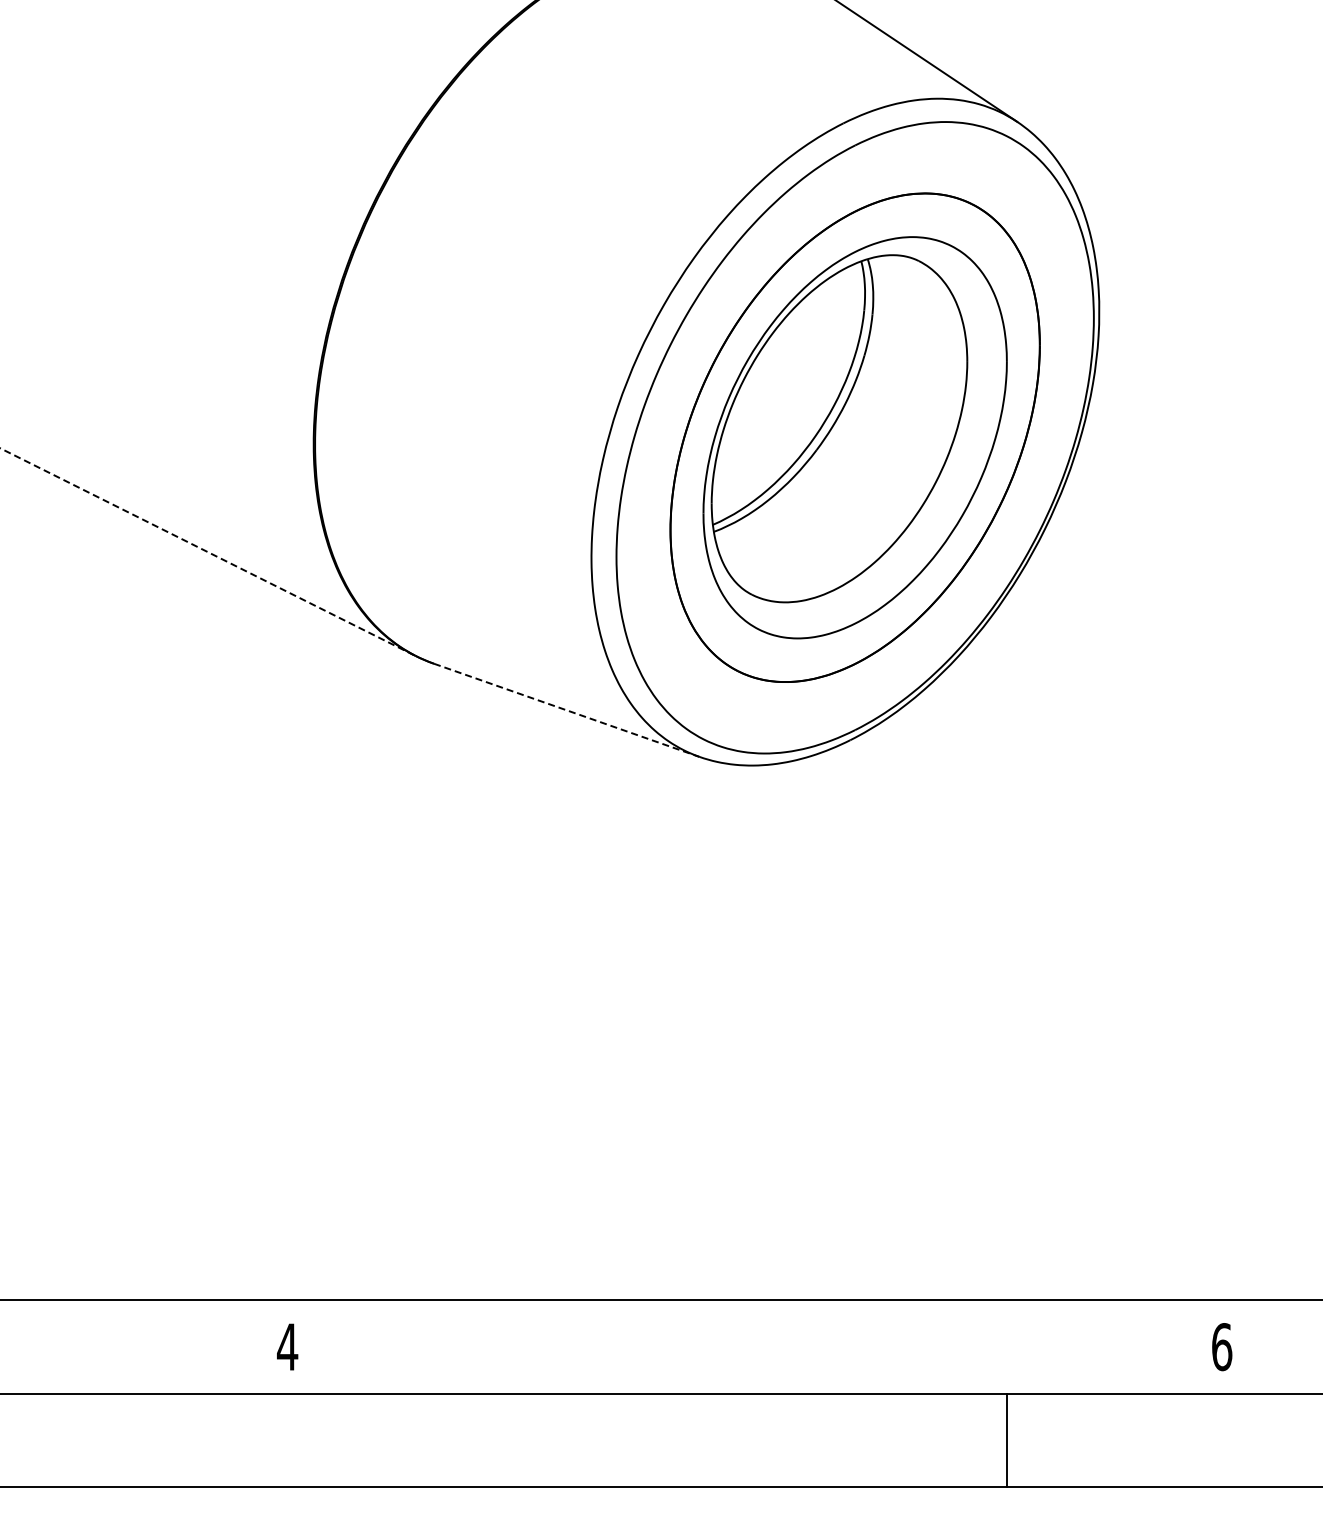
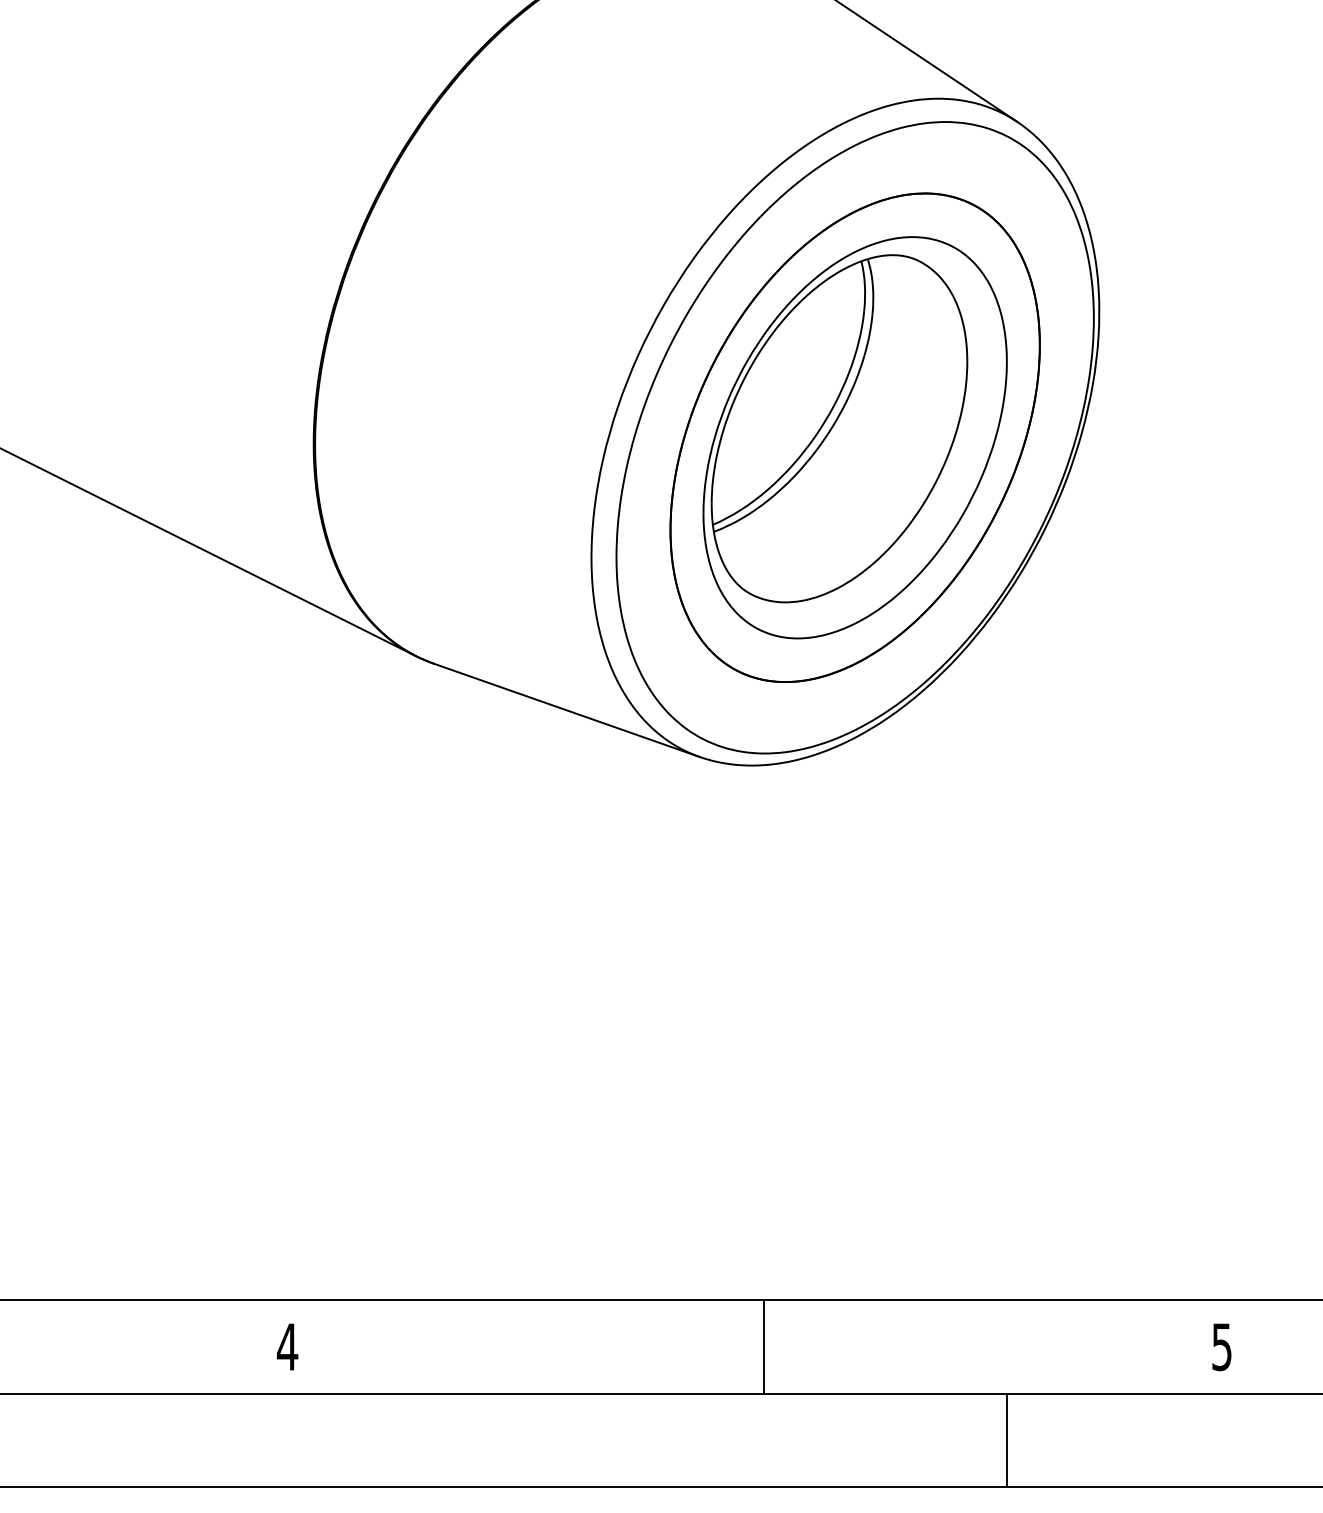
line at (208, 552): dashed -> solid
line at (566, 710): dashed -> solid
line at (764, 1346): none -> present
text at (1222, 1347): 6 -> 5
